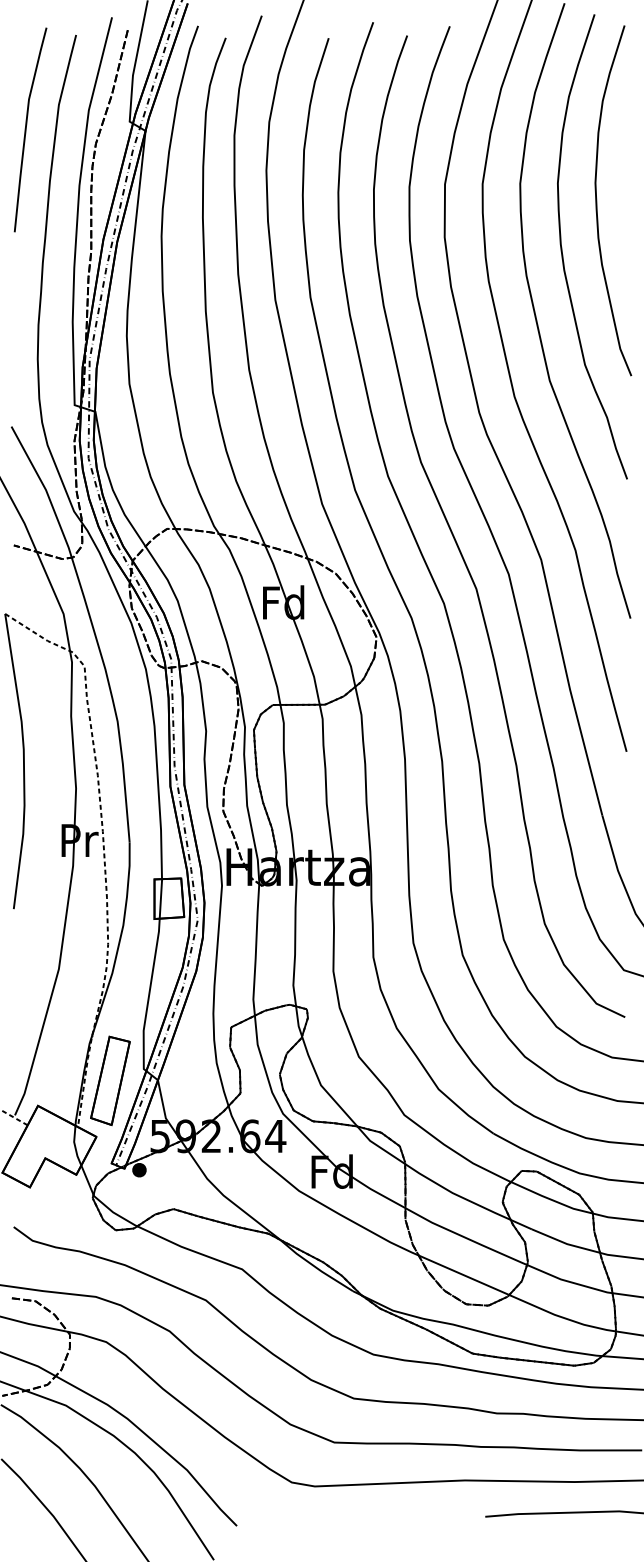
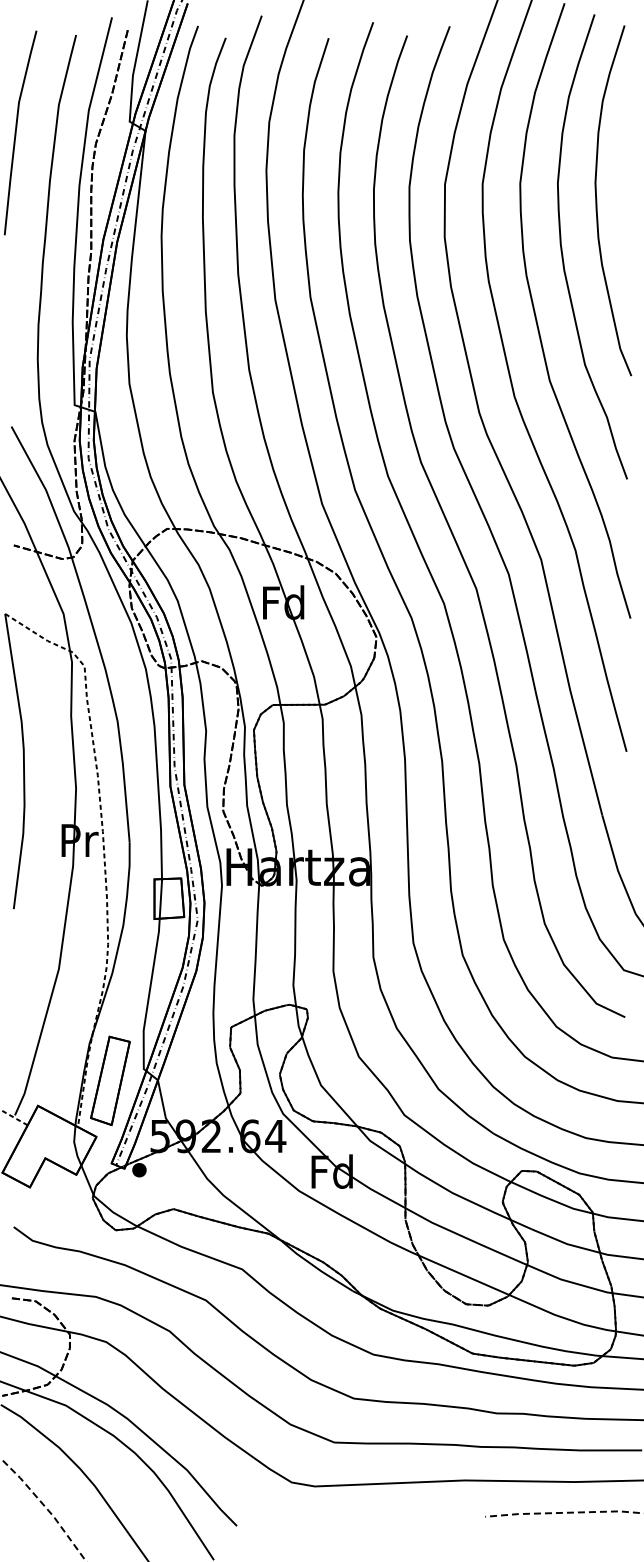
curve at (26, 129) position: (26, 129) -> (16, 132)
line at (45, 1507): solid -> dashed
line at (563, 1512): solid -> dashed
